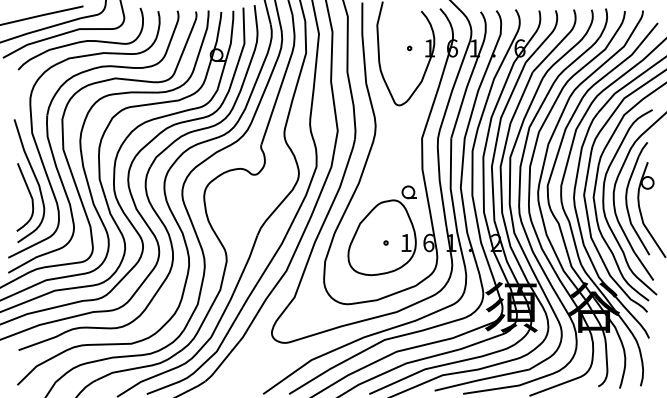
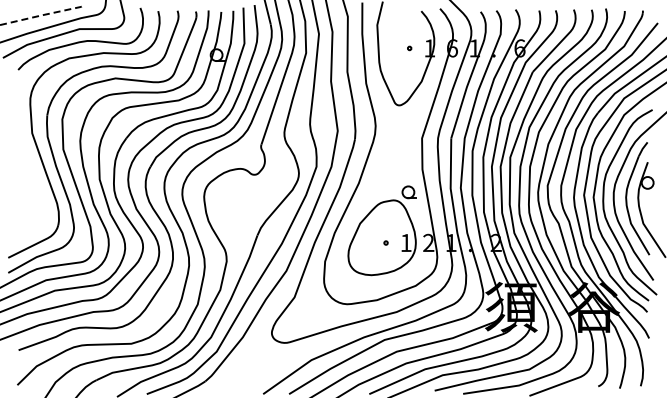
line at (42, 15): solid -> dashed
part at (29, 181): present -> none
text at (428, 242): 6 -> 2
